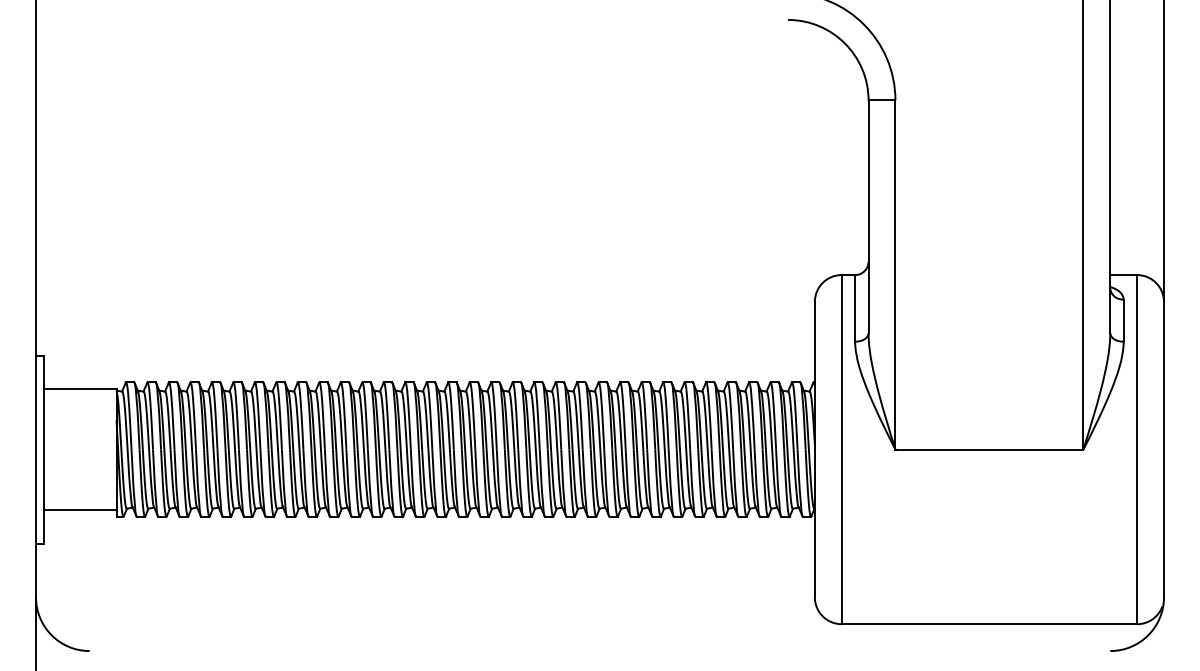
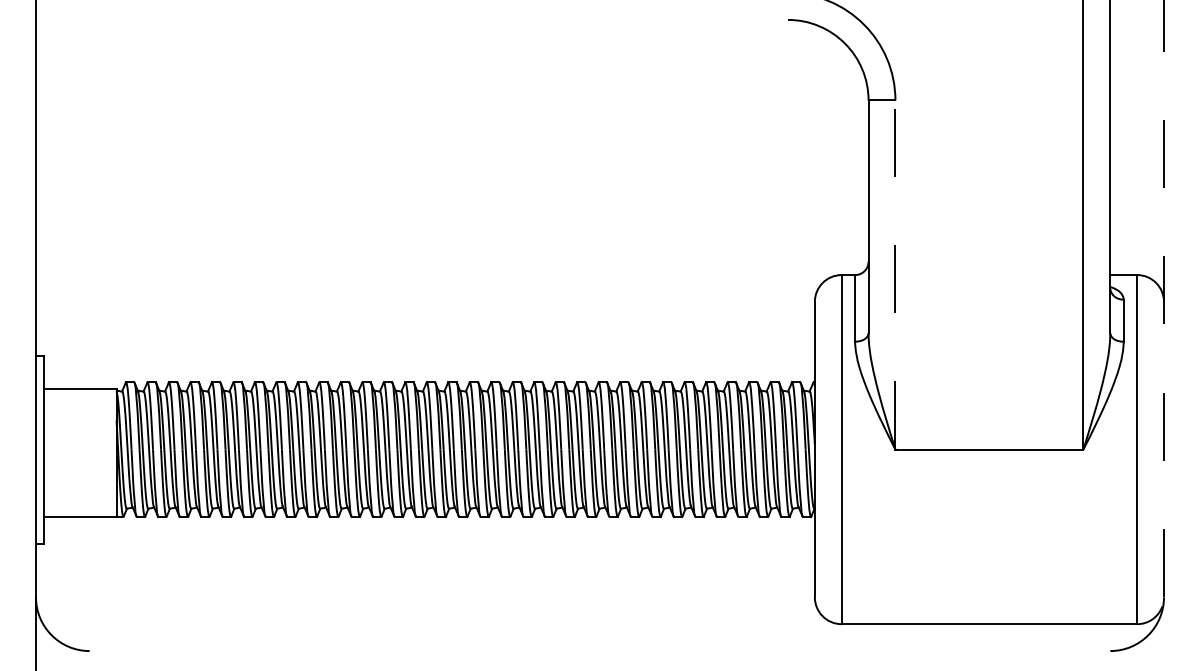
line at (895, 275): solid -> dashed
line at (1164, 298): solid -> dashed
line at (80, 510) position: (80, 510) -> (80, 517)
